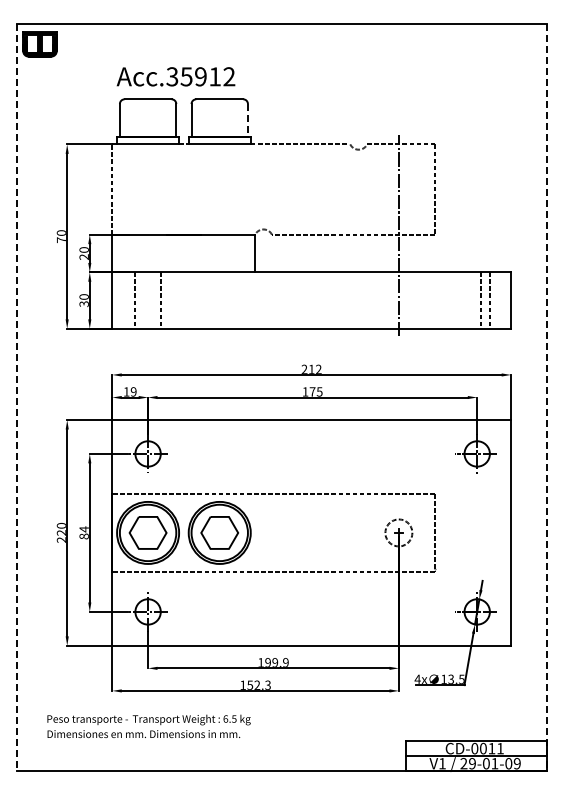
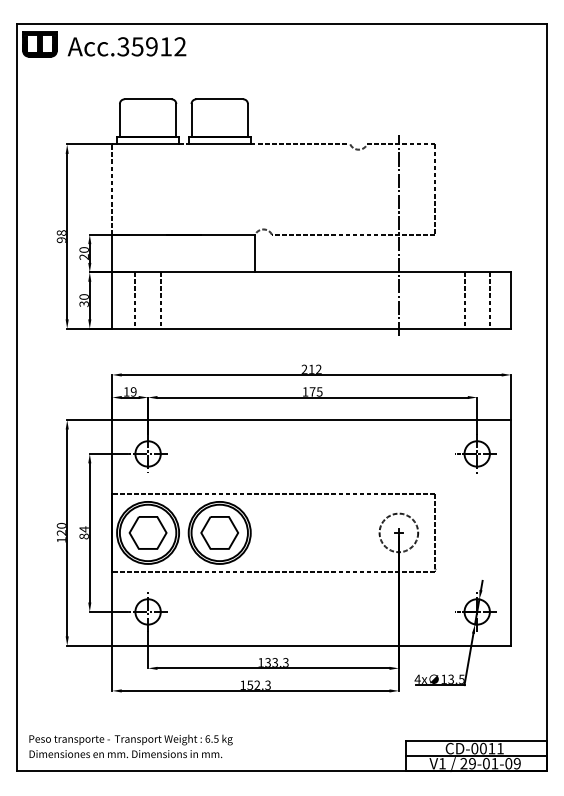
text at (175, 76) position: (175, 76) -> (126, 46)
line at (247, 120): dashed -> solid
text at (60, 236): 70 -> 98
line at (480, 300) position: (480, 300) -> (464, 300)
line at (16, 397): dashed -> solid
line at (547, 397): dashed -> solid
circle at (398, 532) diameter: 27 px -> 39 px
text at (60, 539): 220 -> 120
text at (276, 662): 199.9 -> 133.3
text at (148, 726) position: (148, 726) -> (130, 746)
